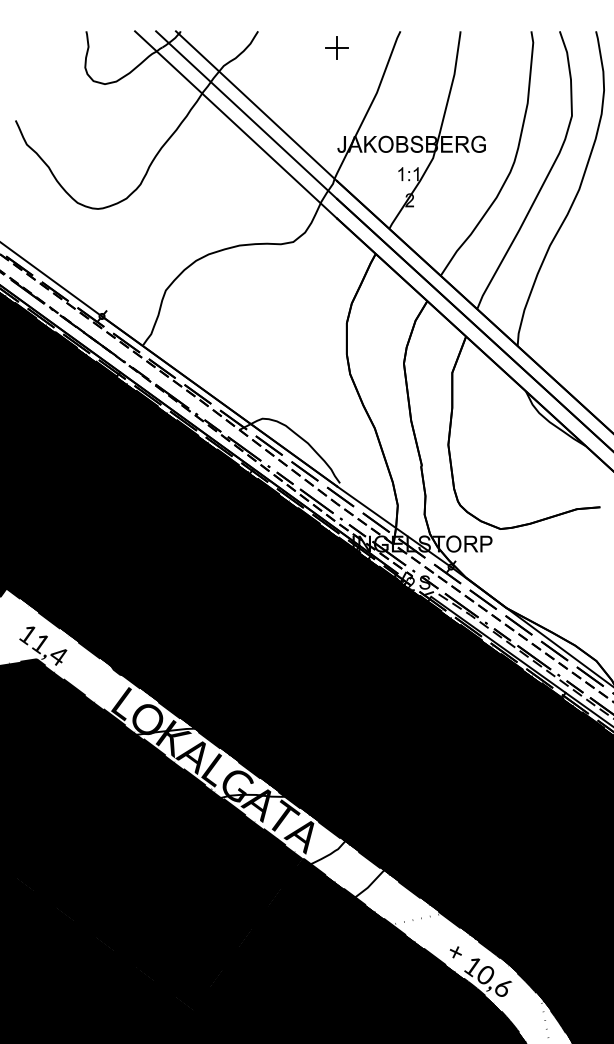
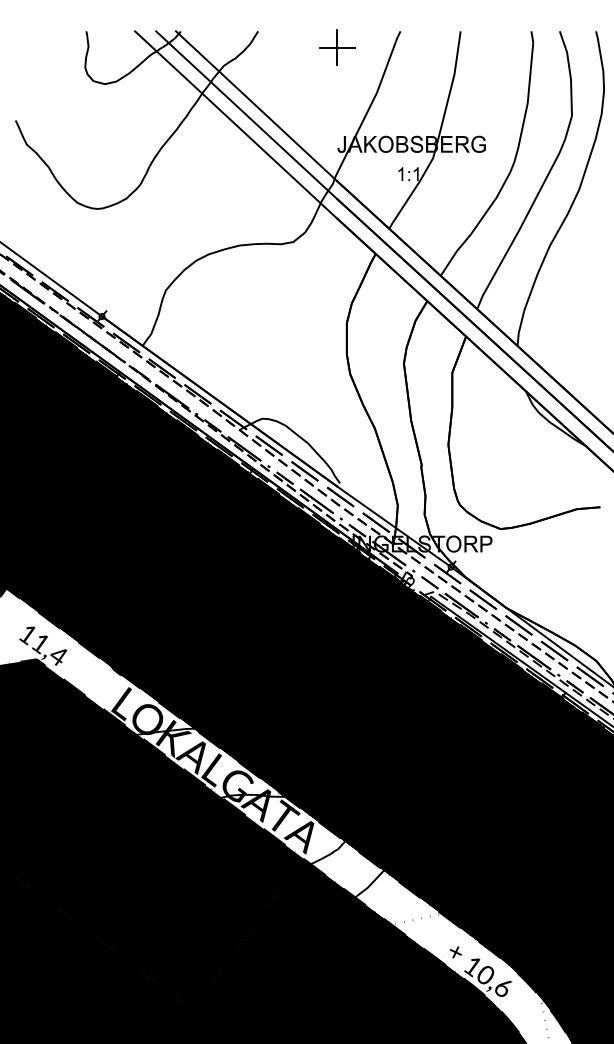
part at (336, 47) size: 24x24 px -> 37x37 px
fill at (409, 200): present -> none
fill at (424, 582): present -> none
